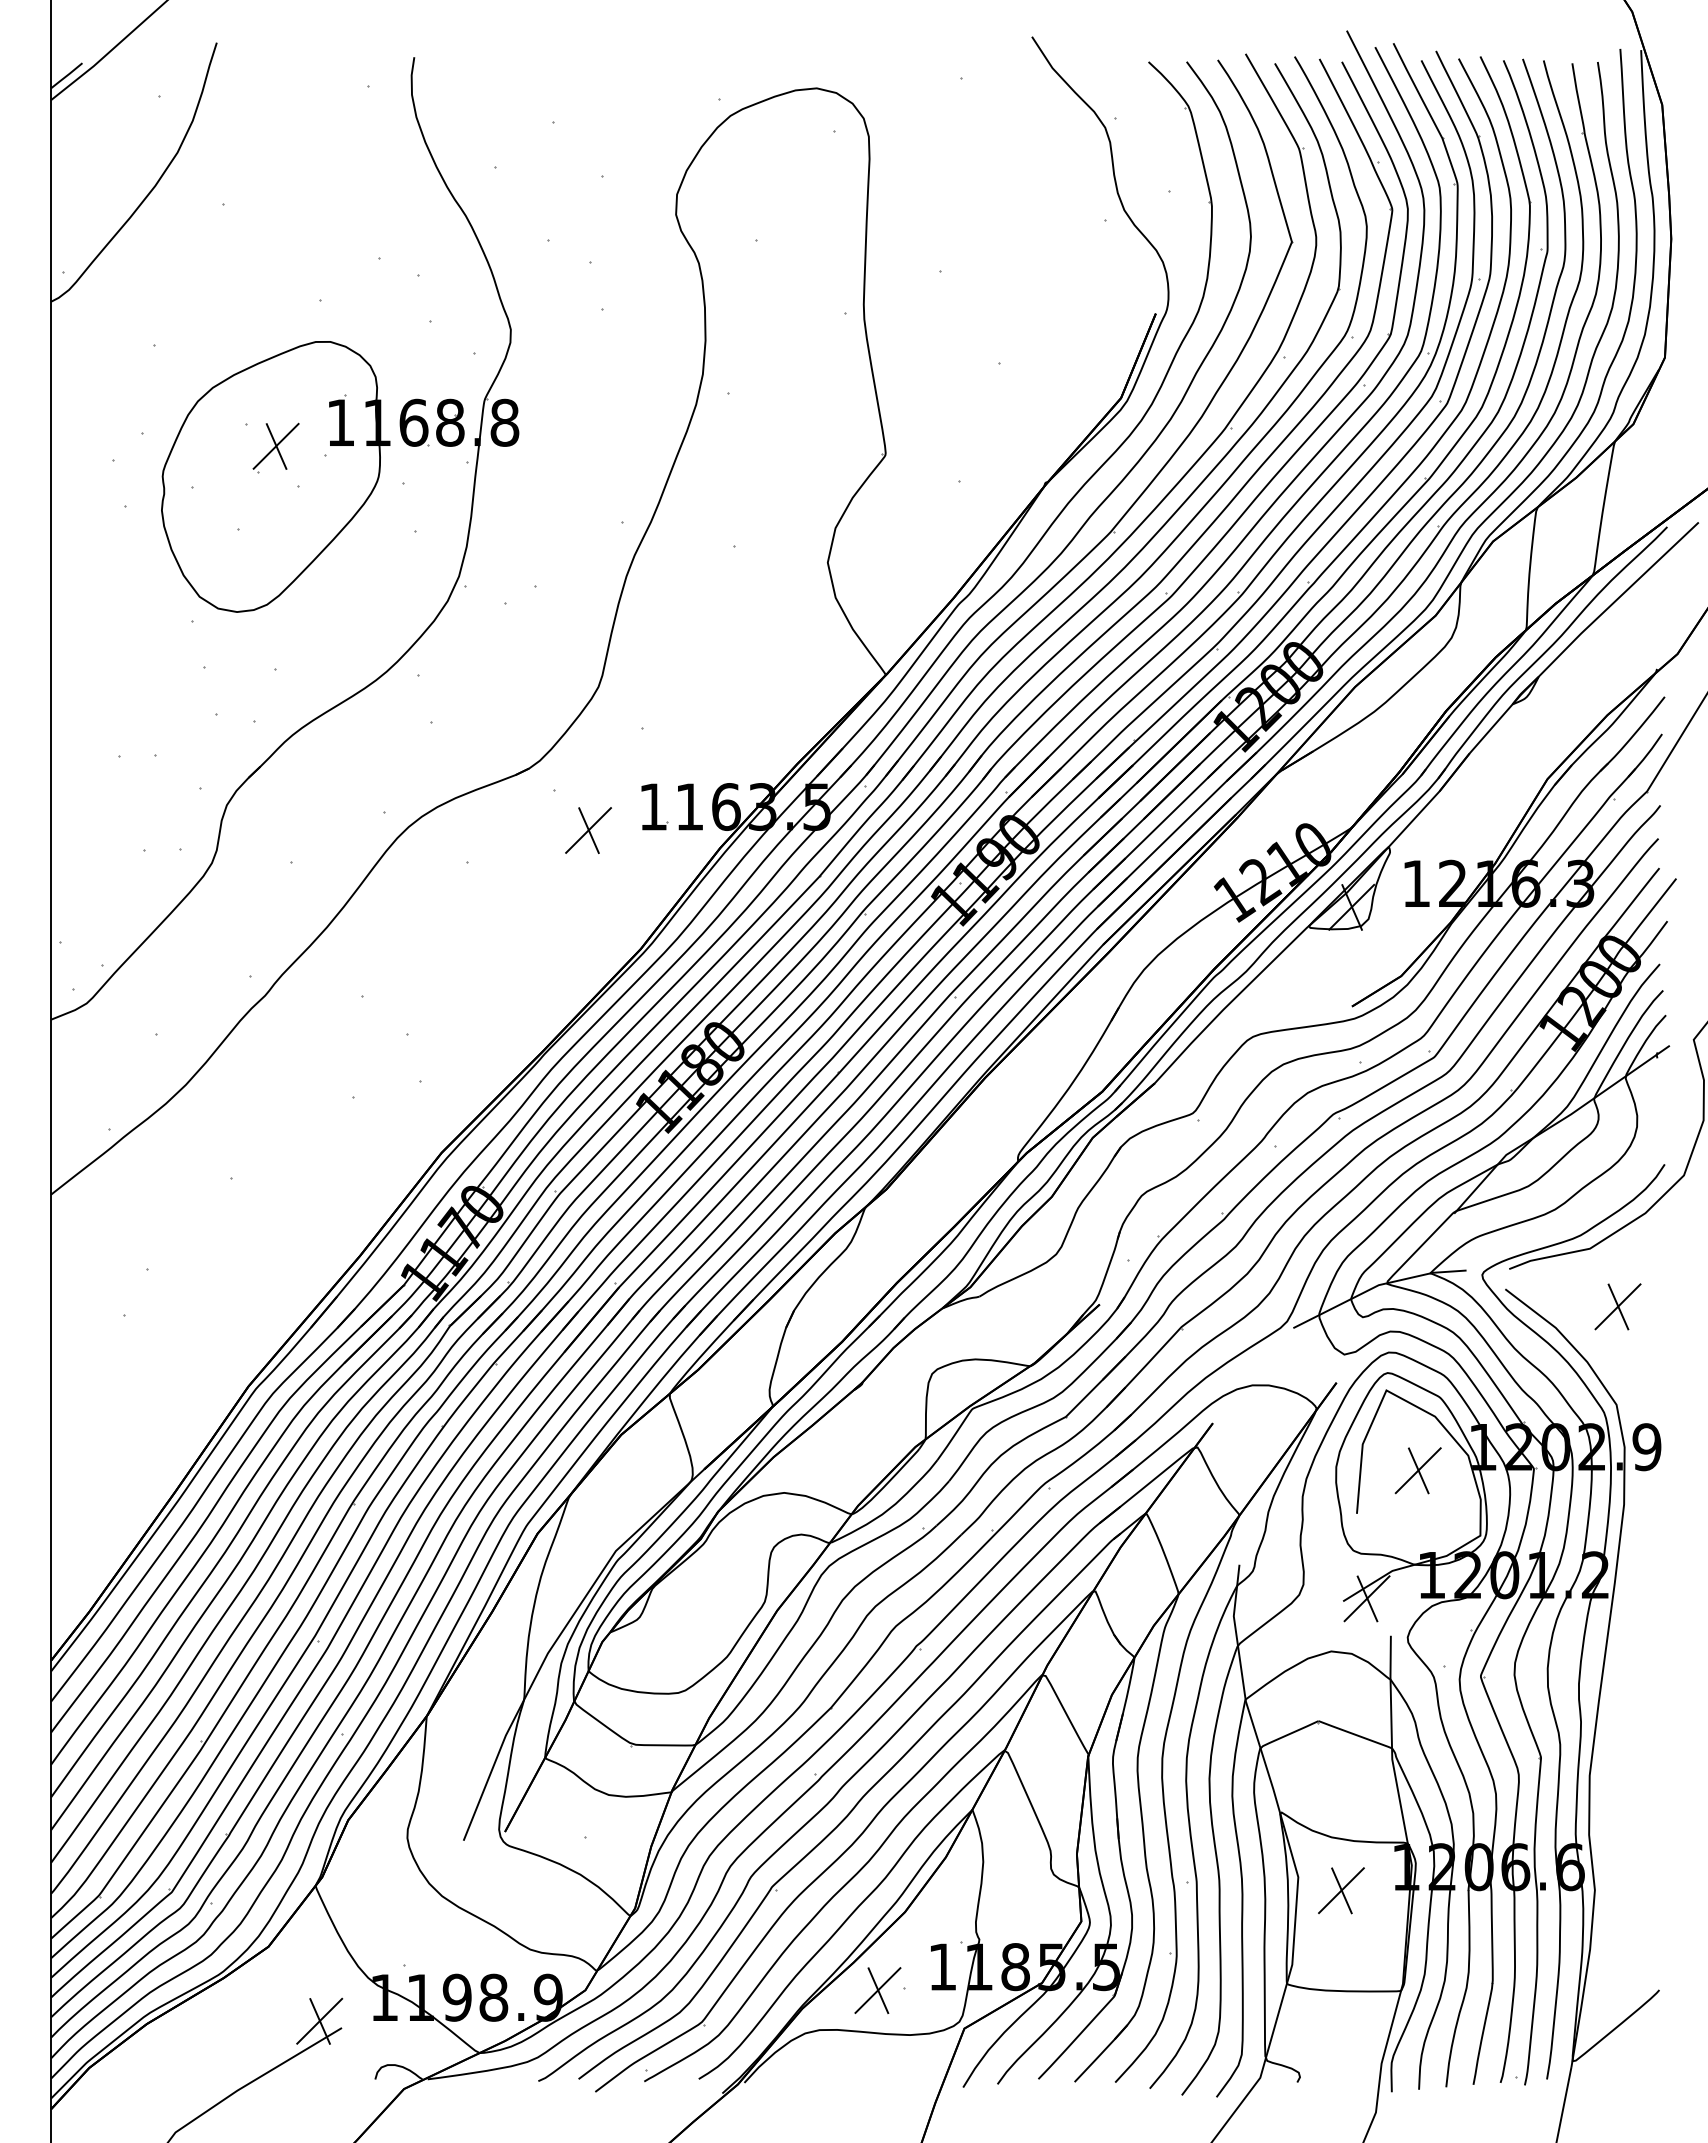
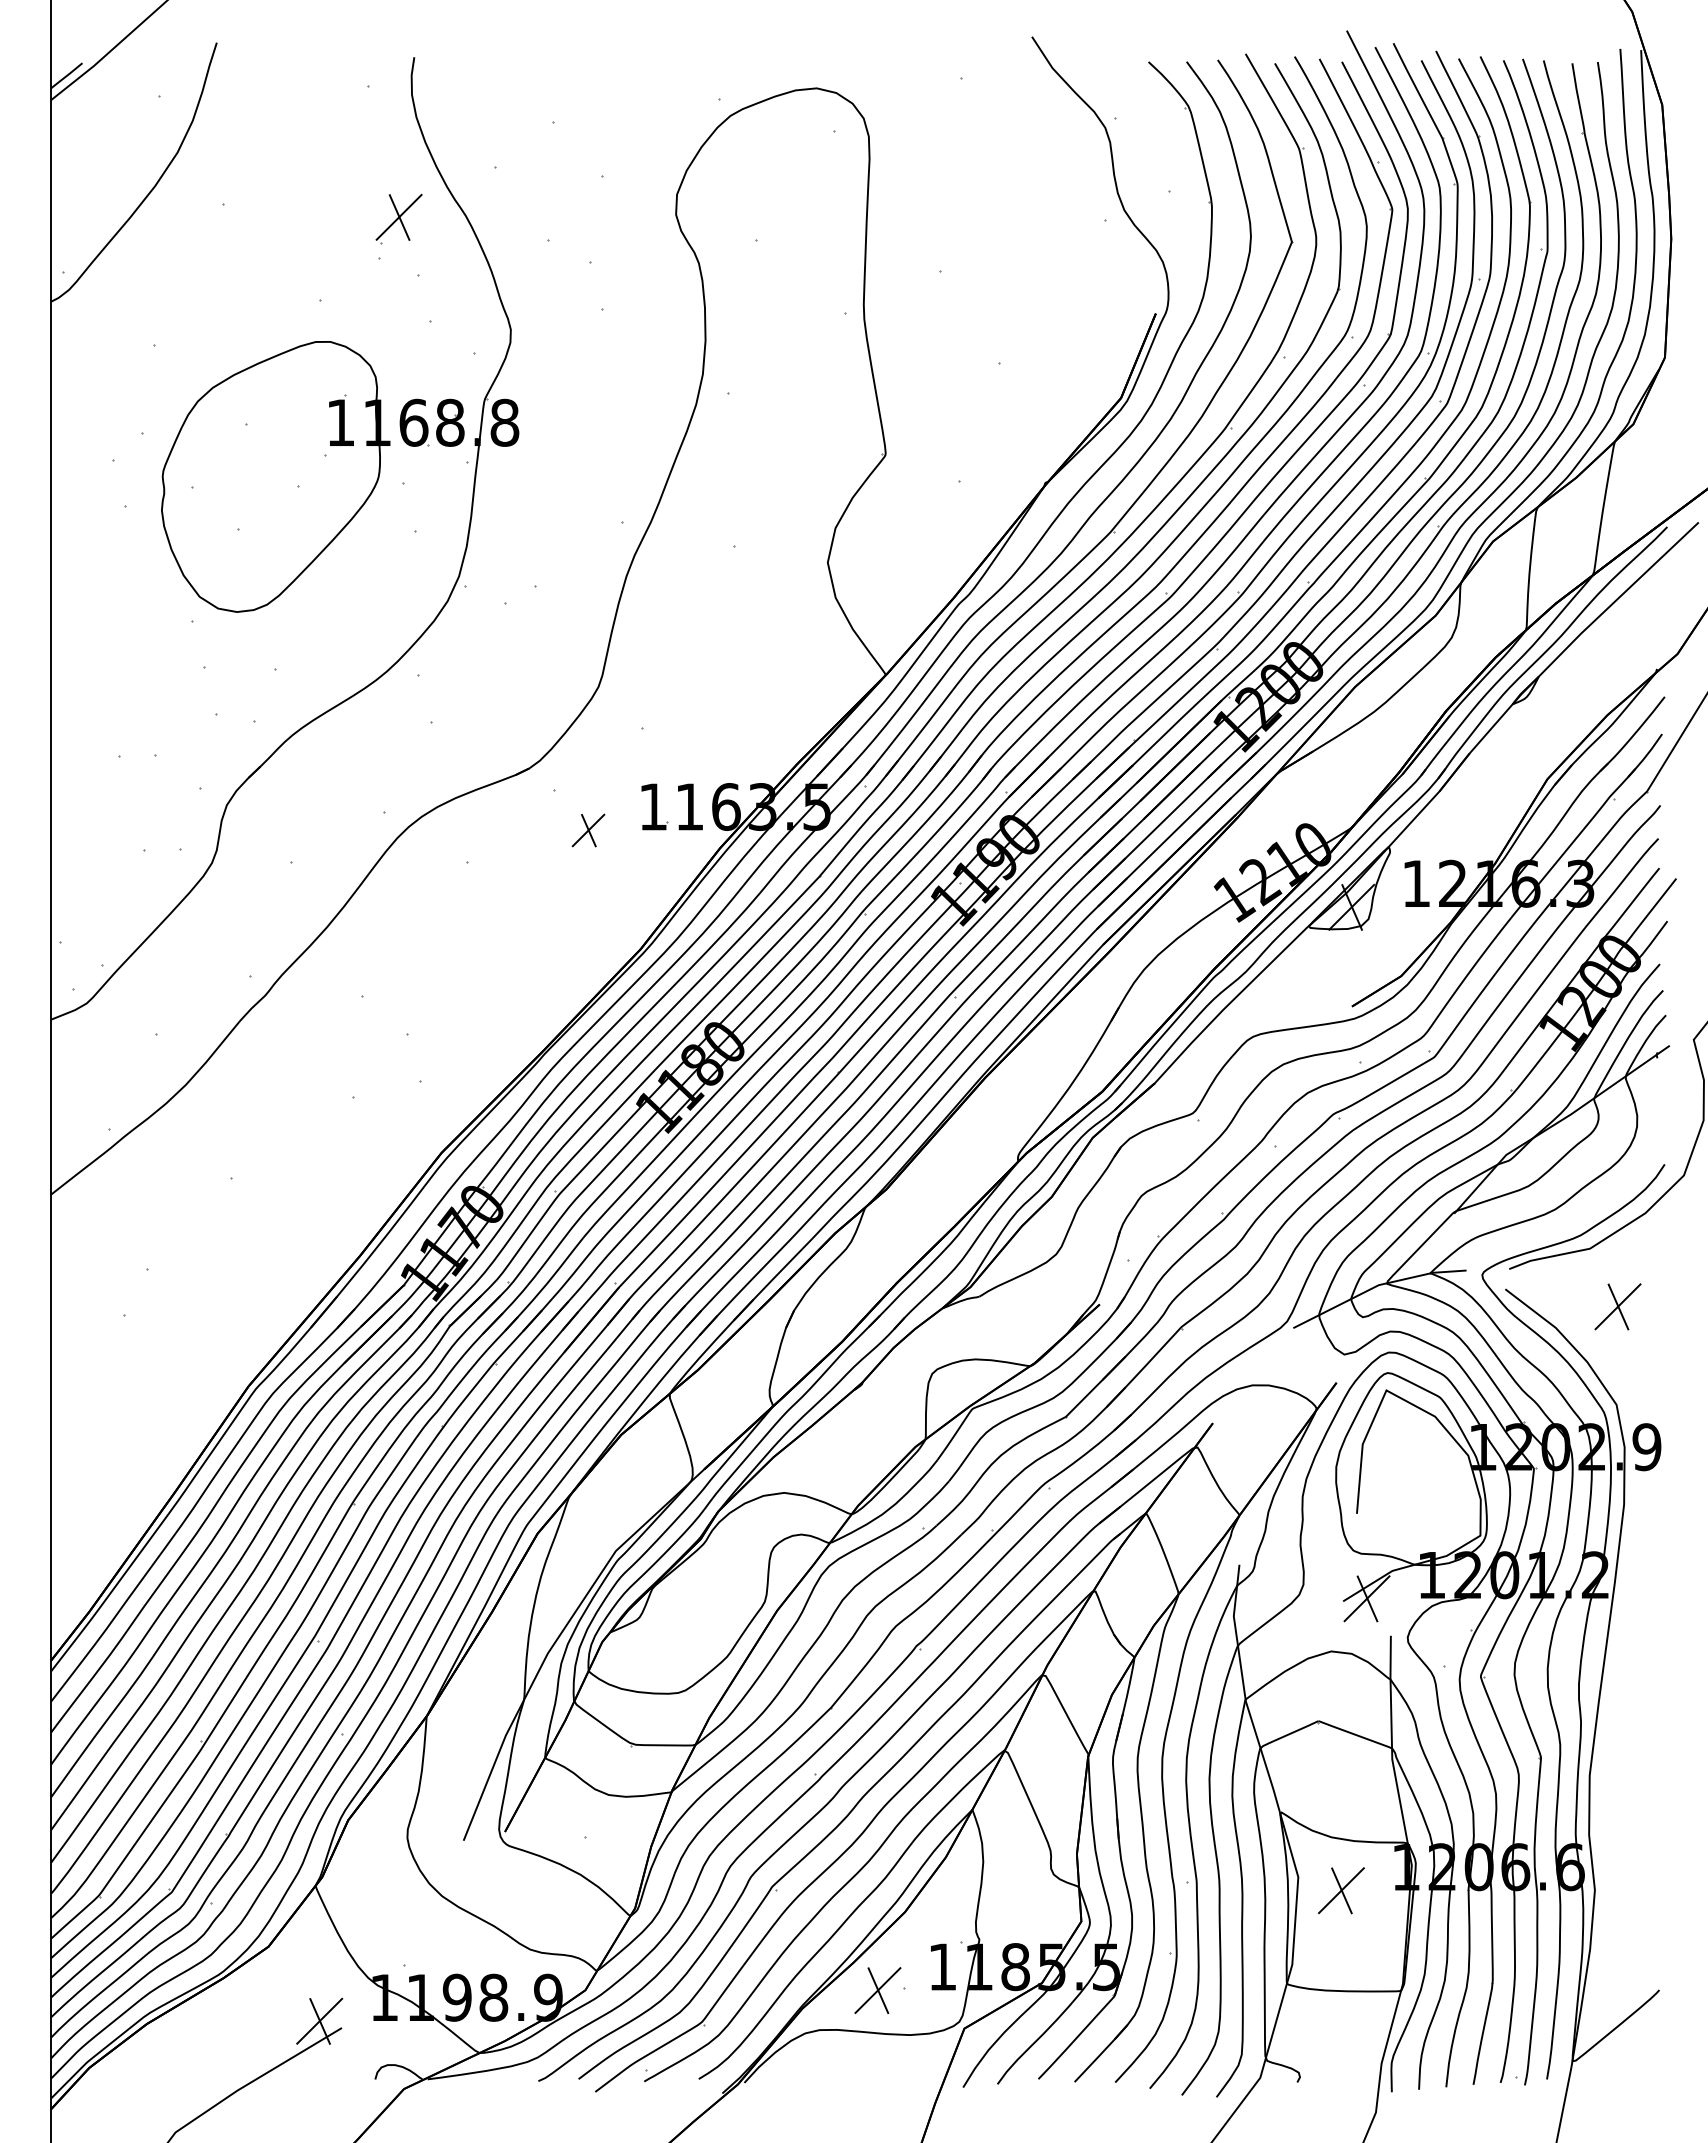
part at (275, 447) position: (275, 447) -> (398, 218)
part at (588, 830) size: 47x47 px -> 35x35 px
part at (1417, 1470): present -> none
